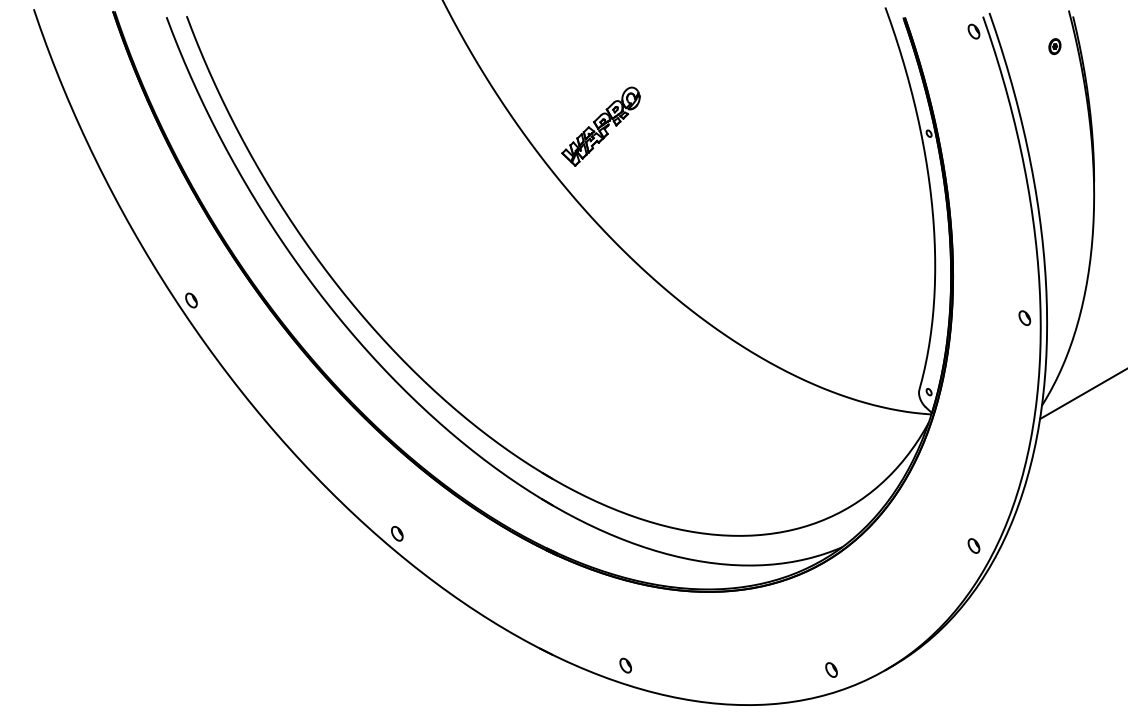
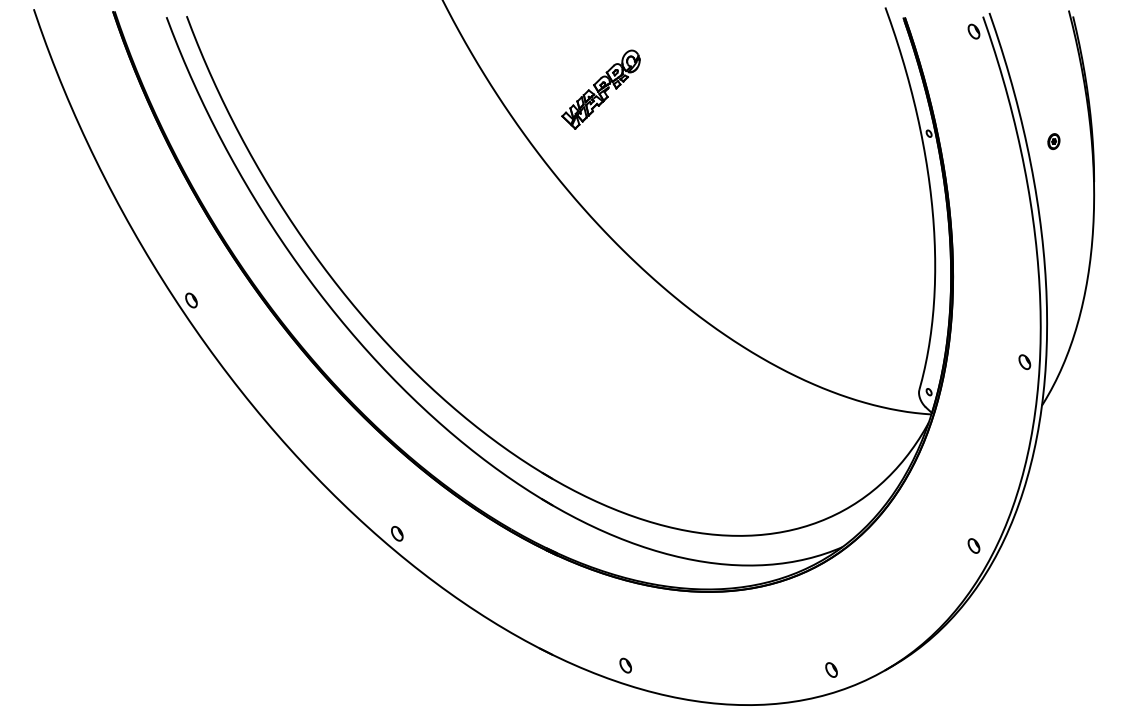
part at (1054, 46) position: (1054, 46) -> (1053, 141)
part at (600, 126) position: (600, 126) -> (600, 89)
part at (1024, 318) position: (1024, 318) -> (1024, 362)
line at (1082, 394): present -> none
